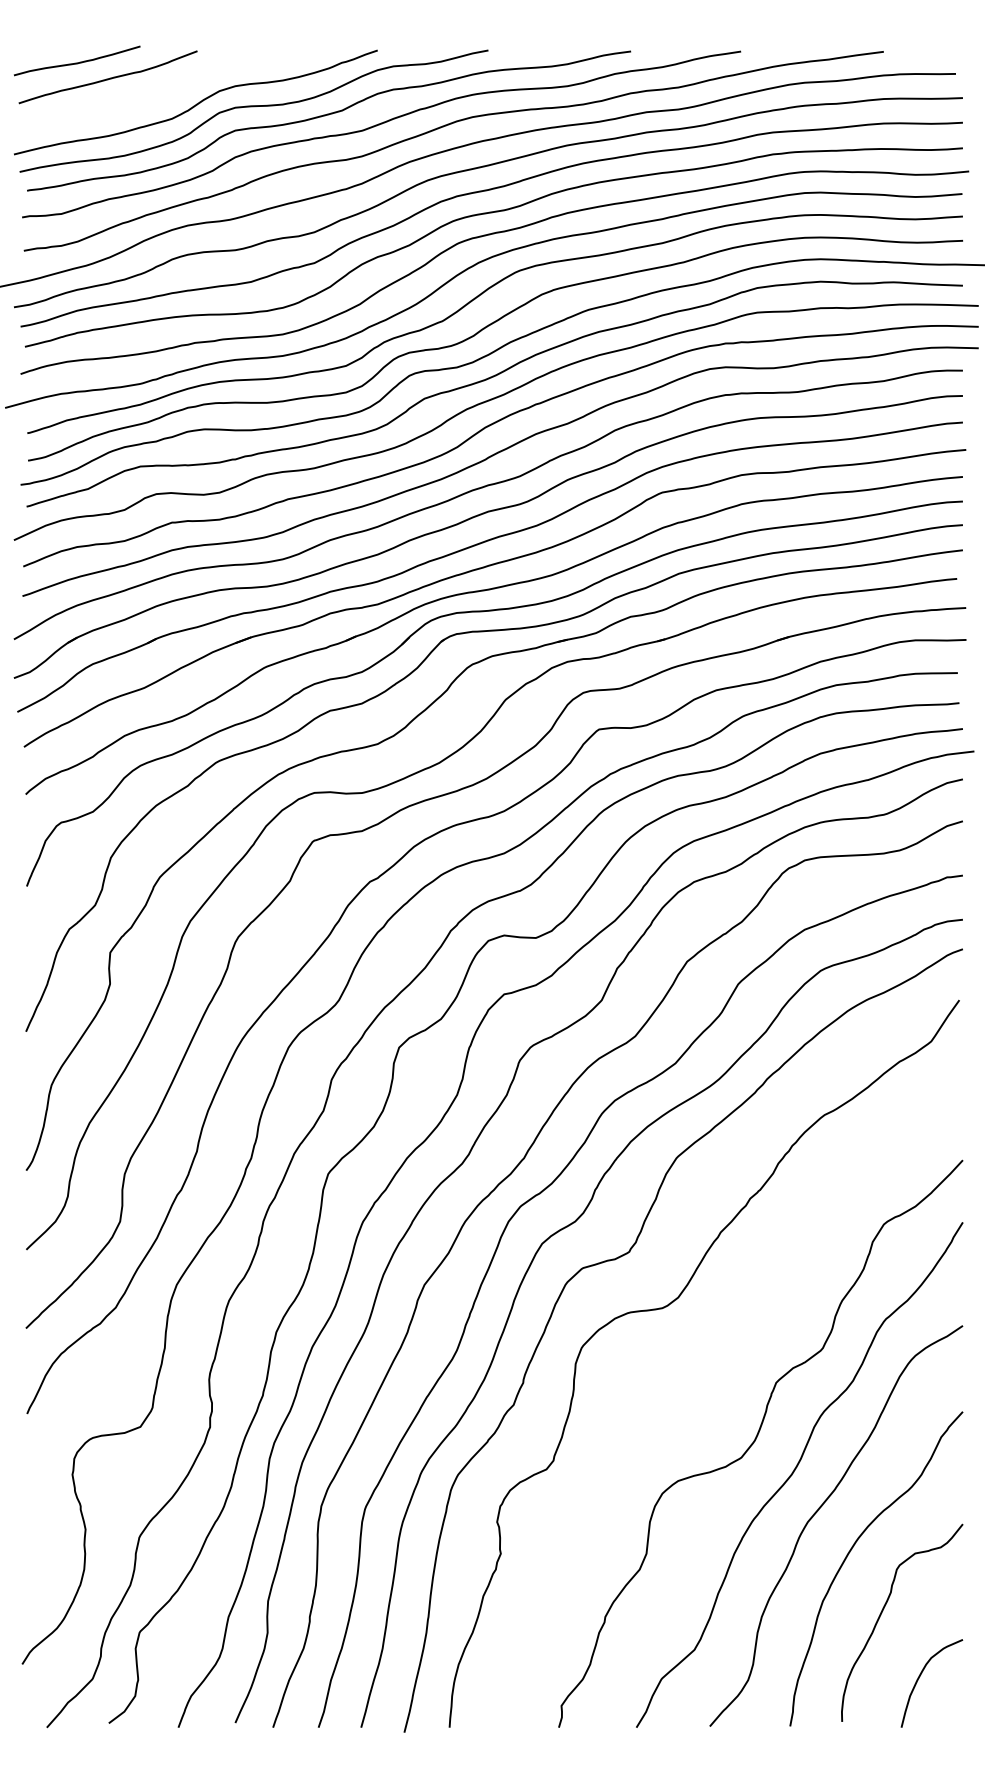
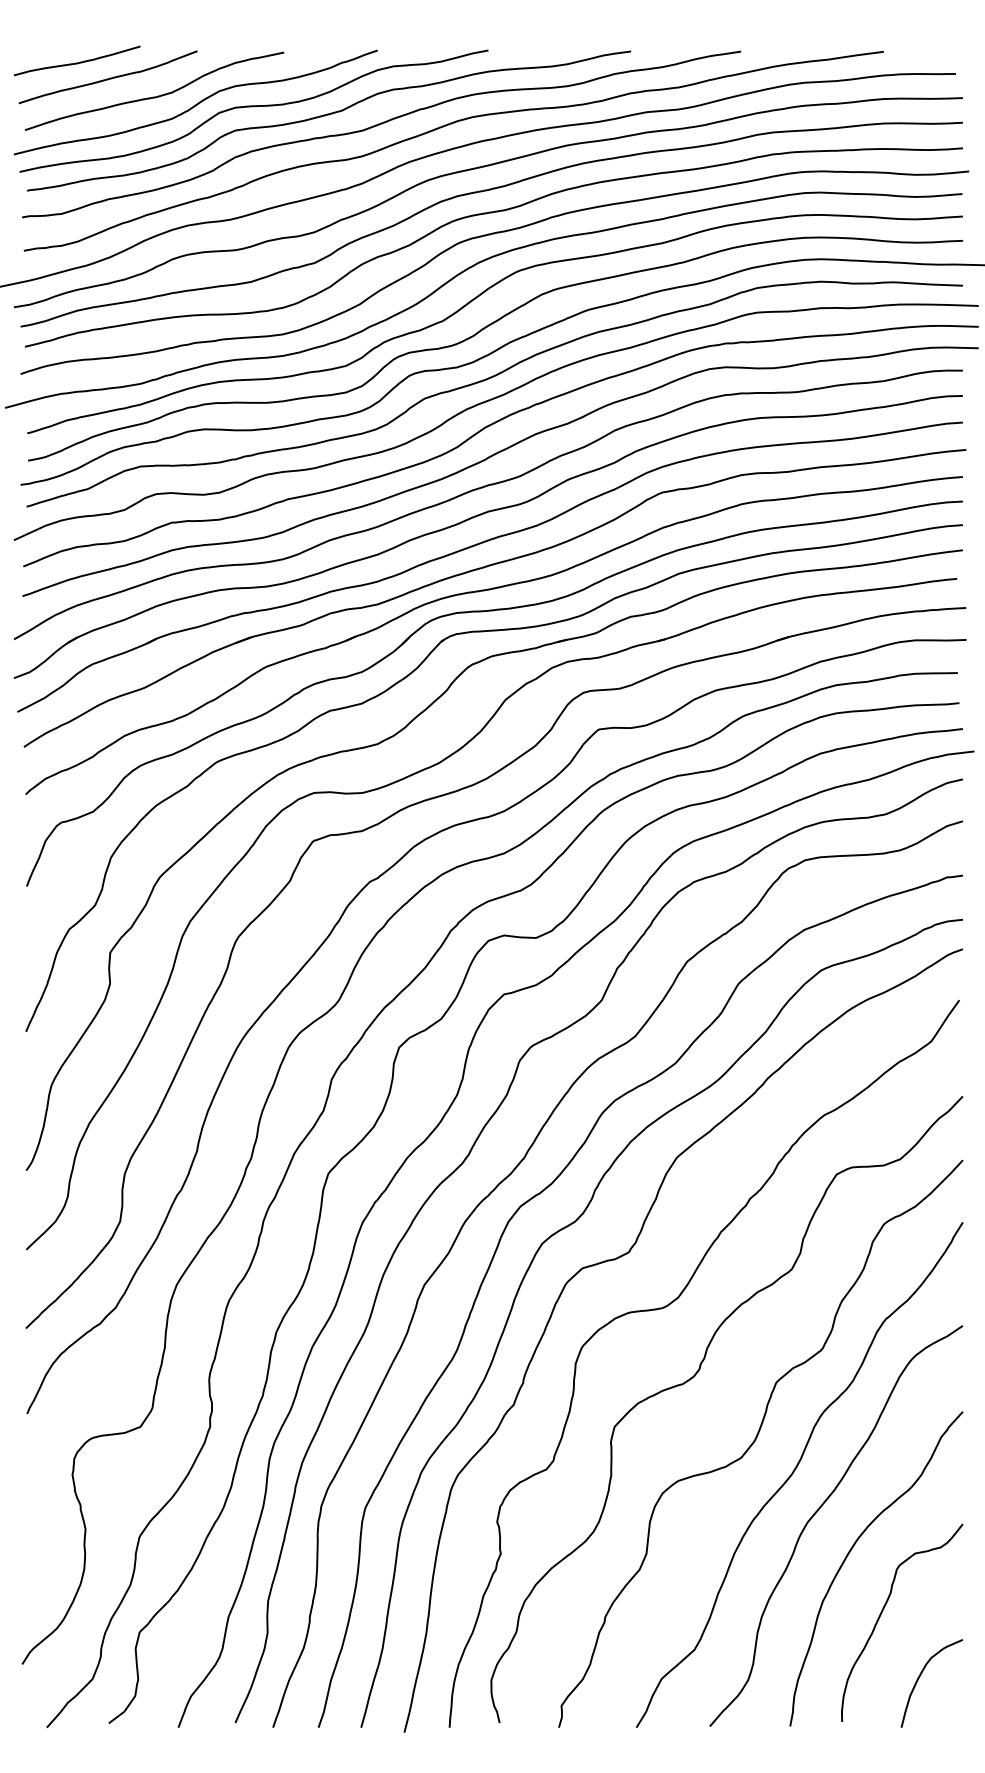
curve at (157, 95): none -> present
curve at (694, 1377): none -> present
